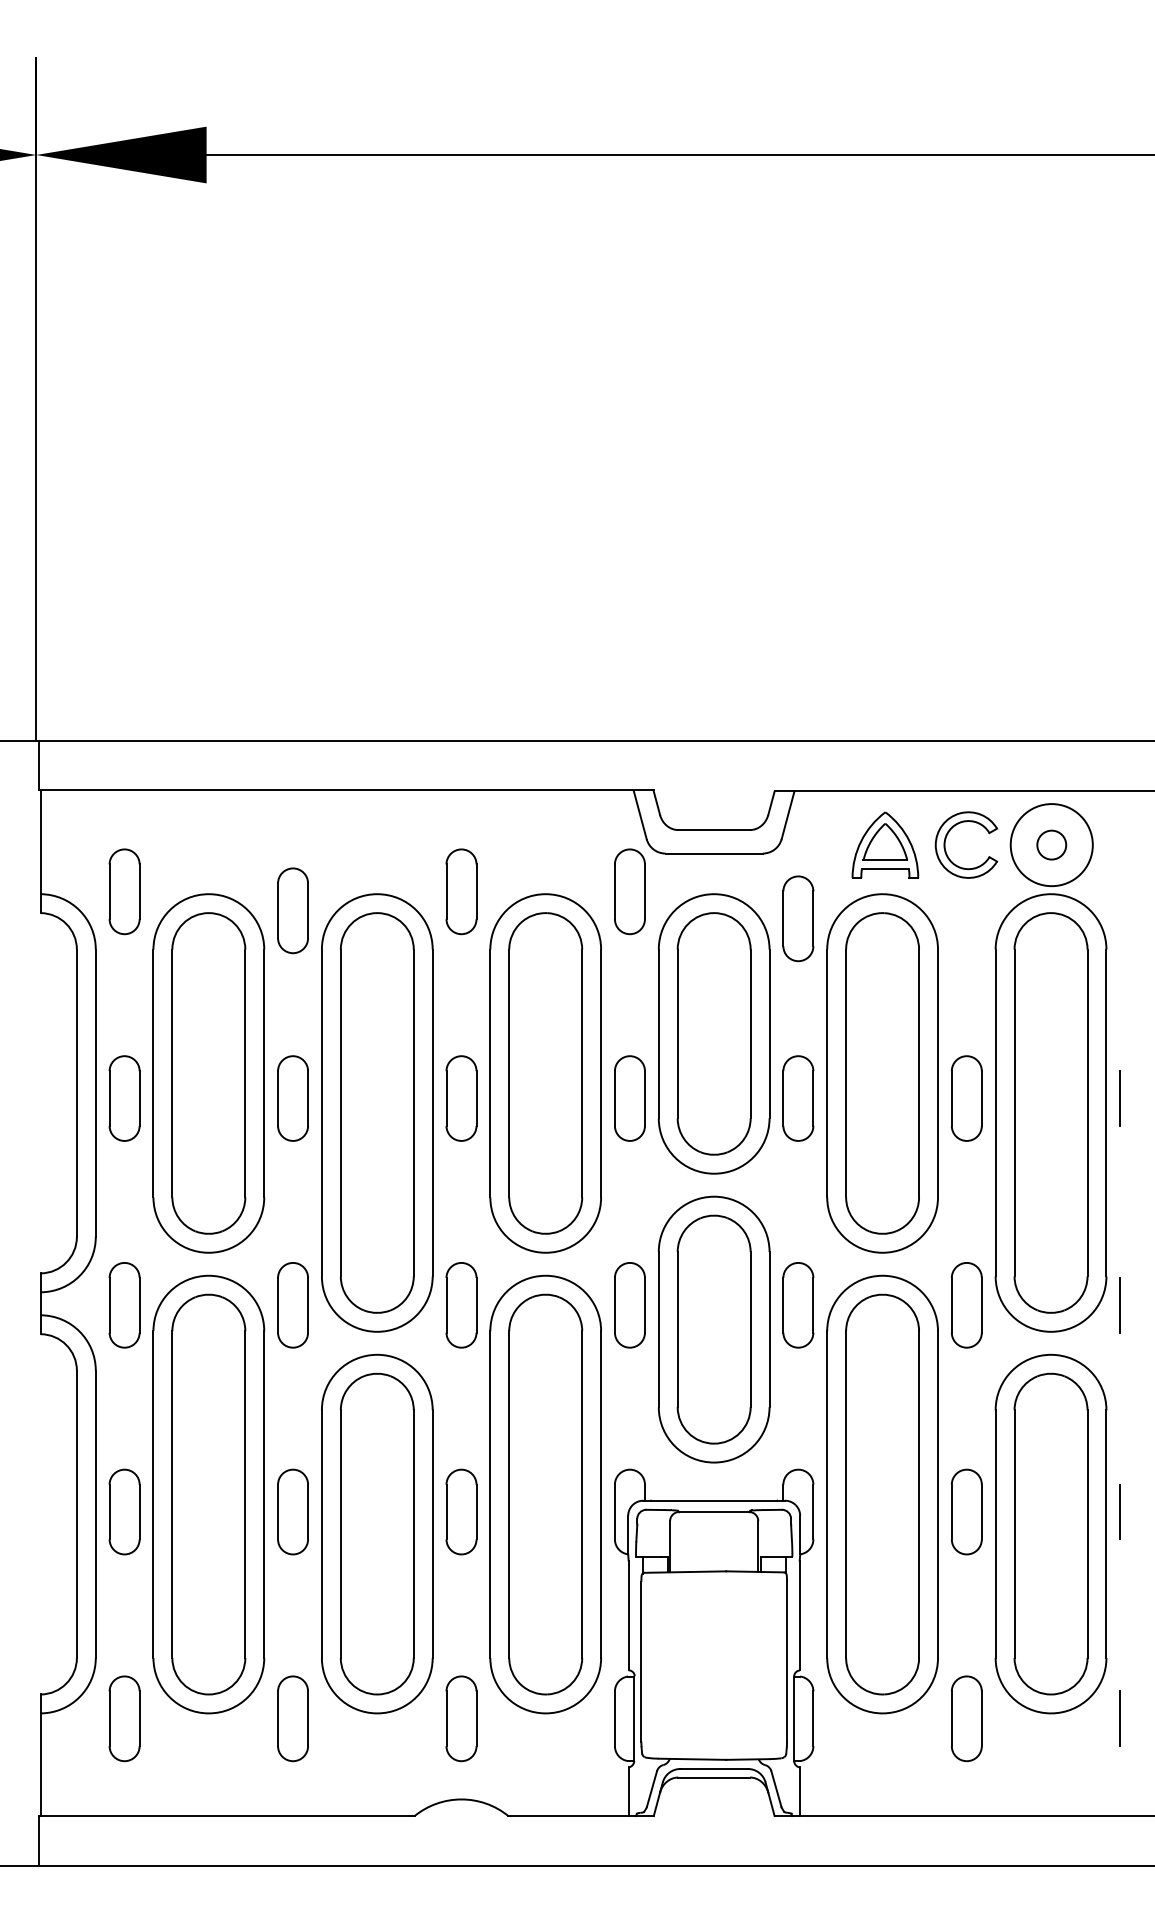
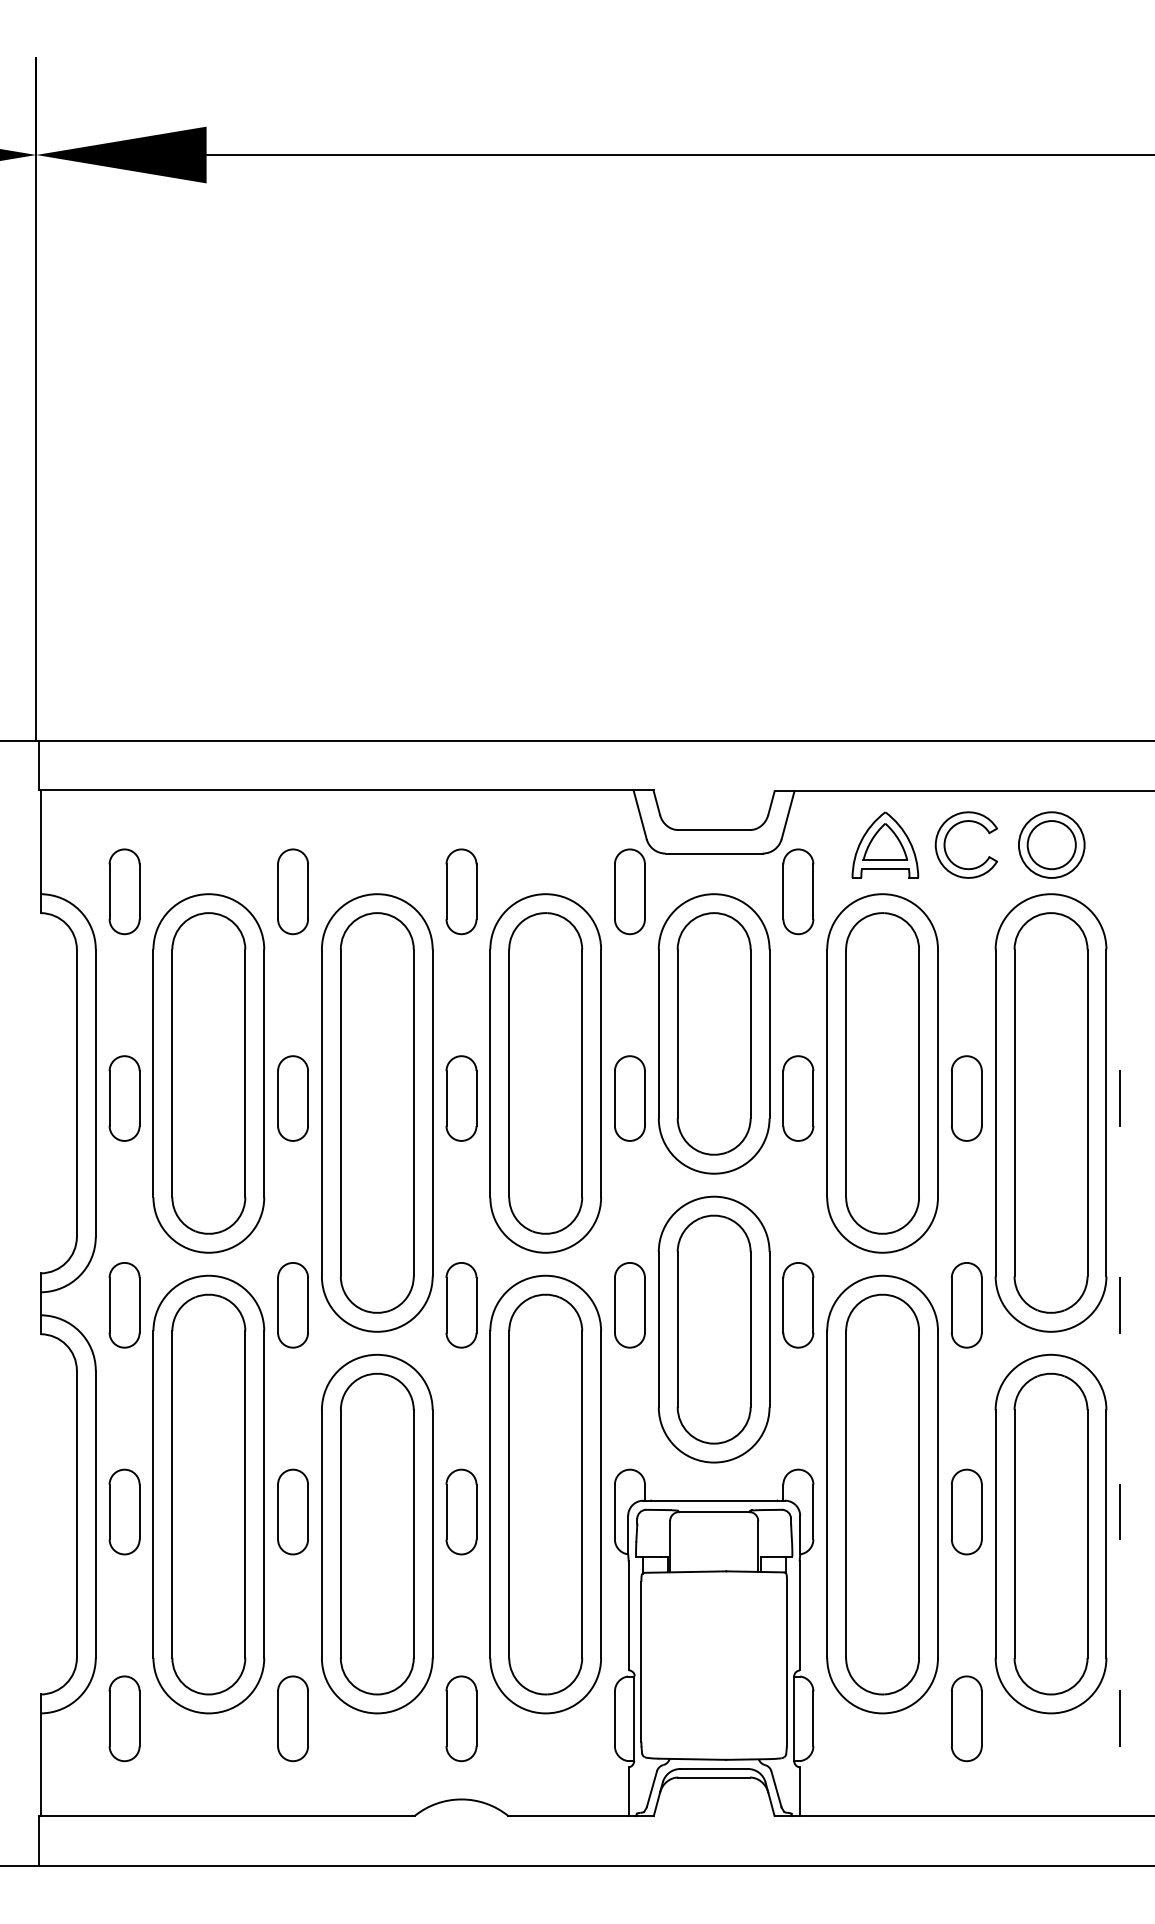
circle at (1051, 844) diameter: 29 px -> 48 px
circle at (1051, 845) diameter: 82 px -> 66 px
part at (292, 910) position: (292, 910) -> (292, 891)
part at (798, 918) position: (798, 918) -> (798, 891)
